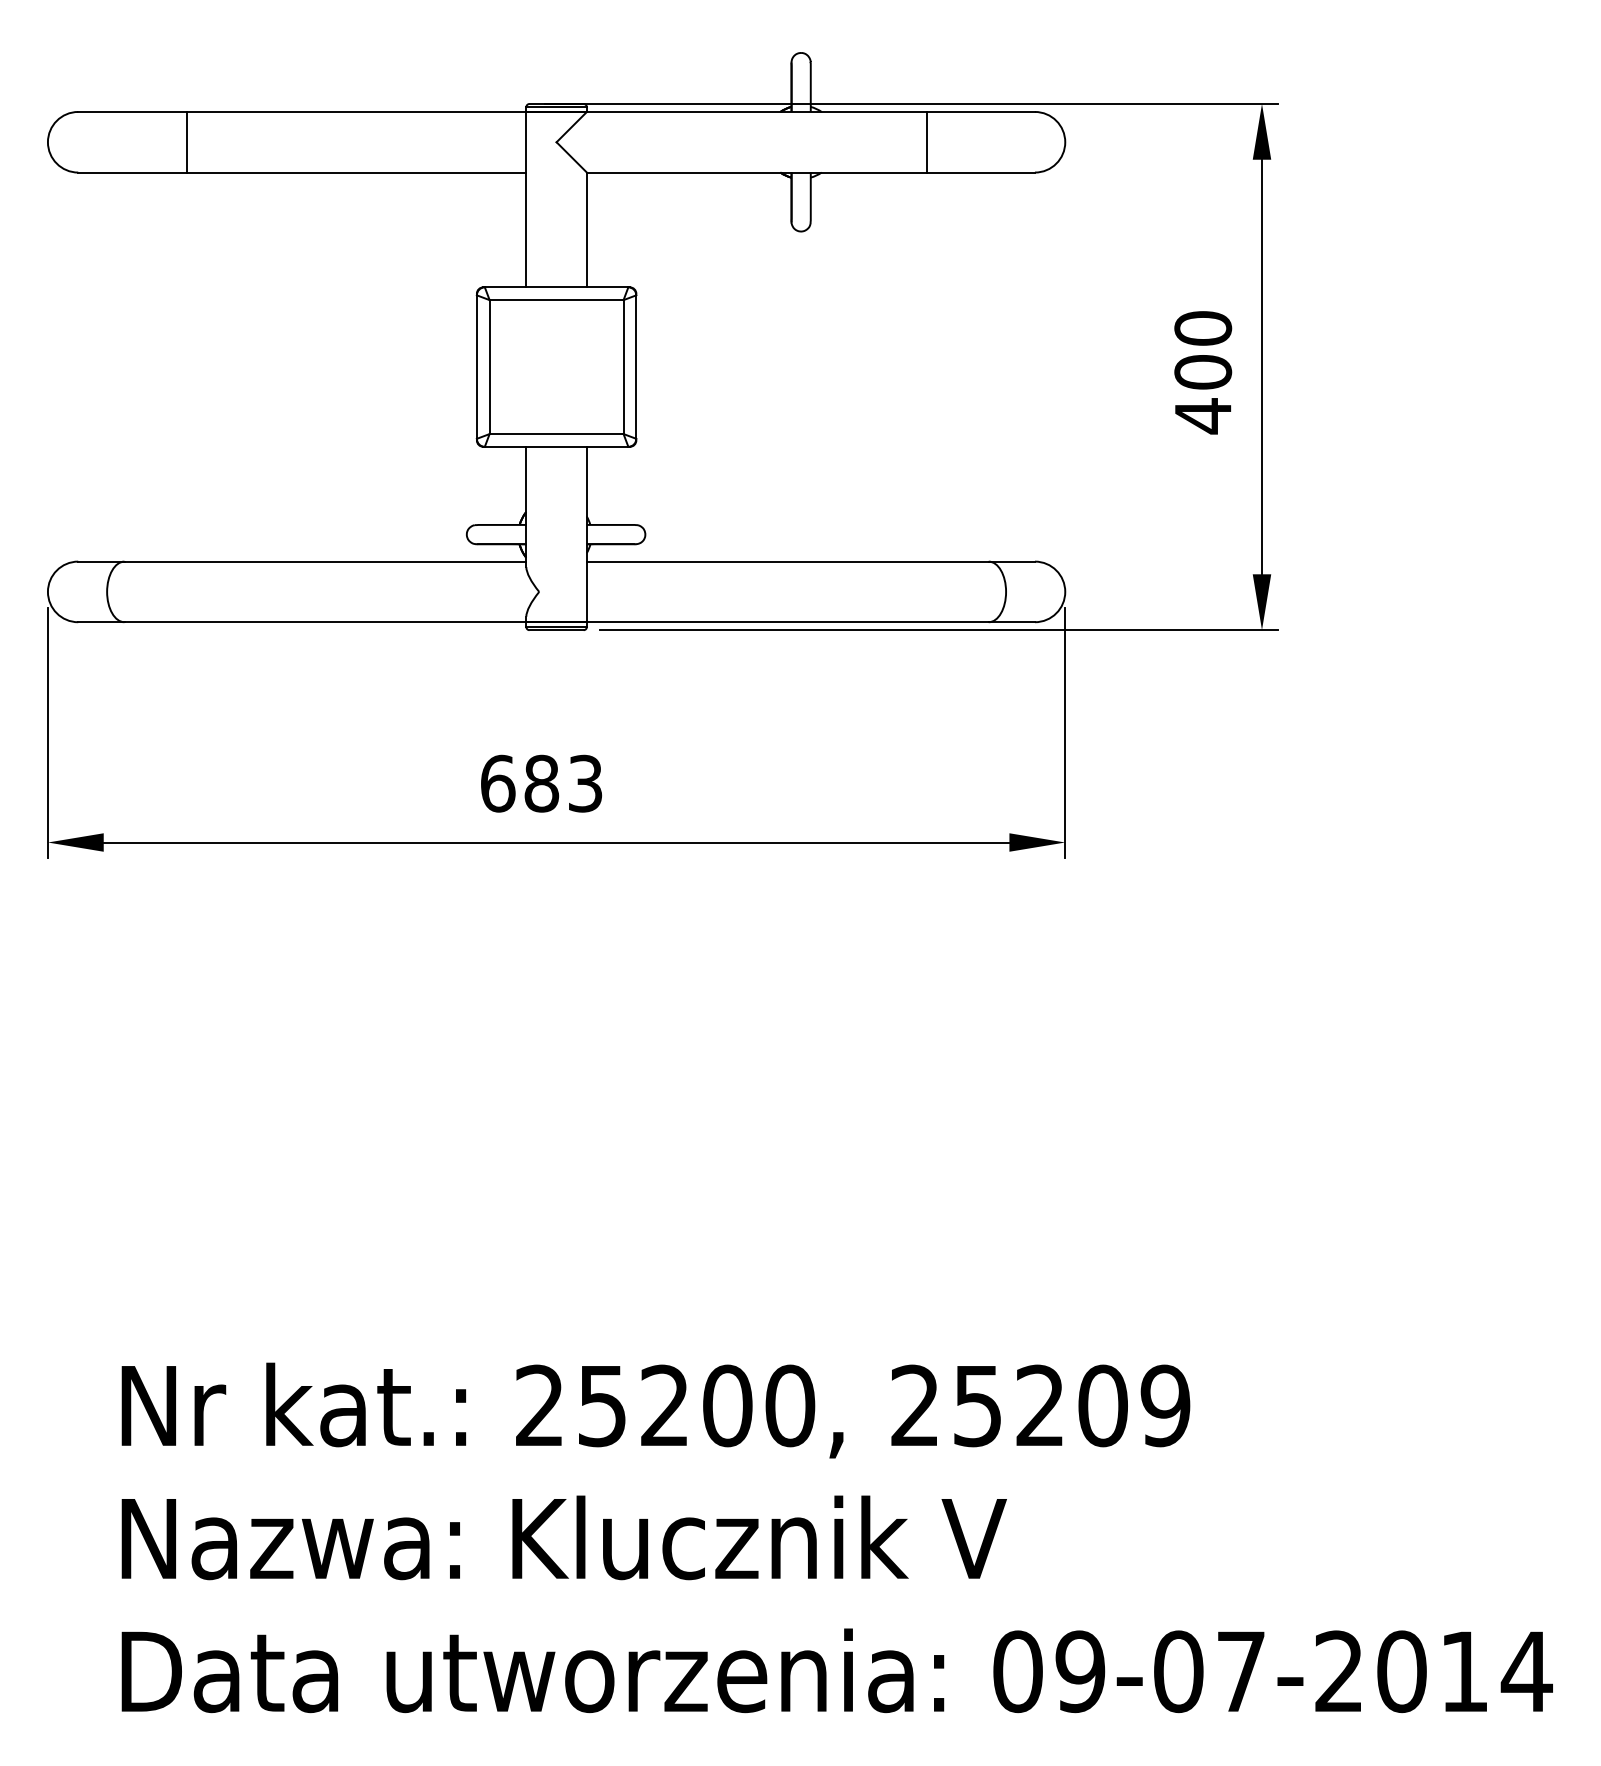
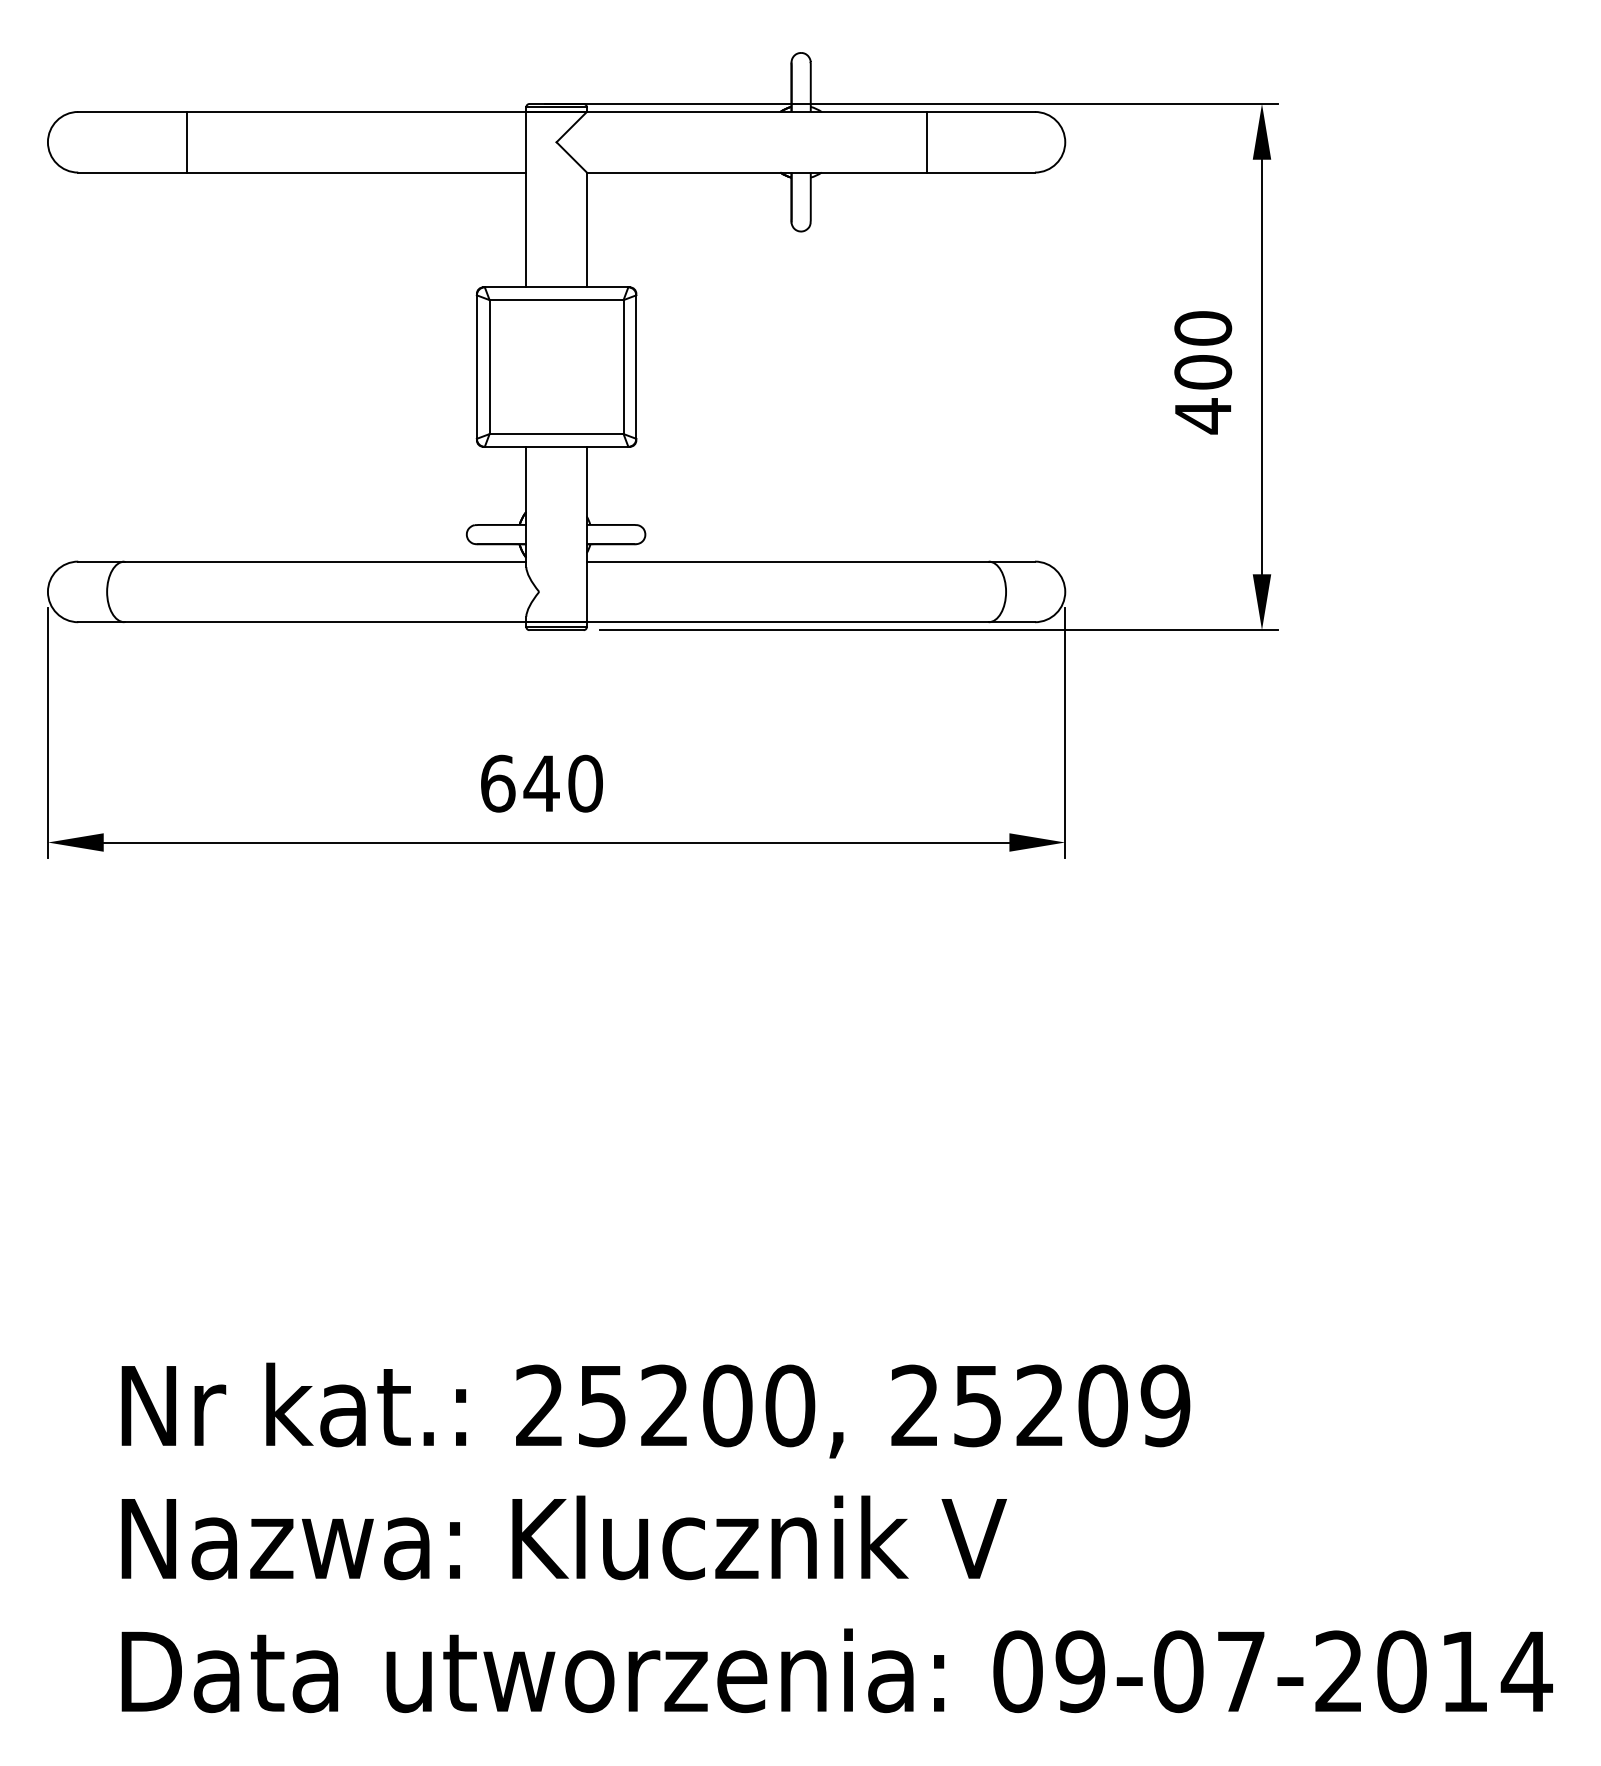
text at (562, 783): 683 -> 640
